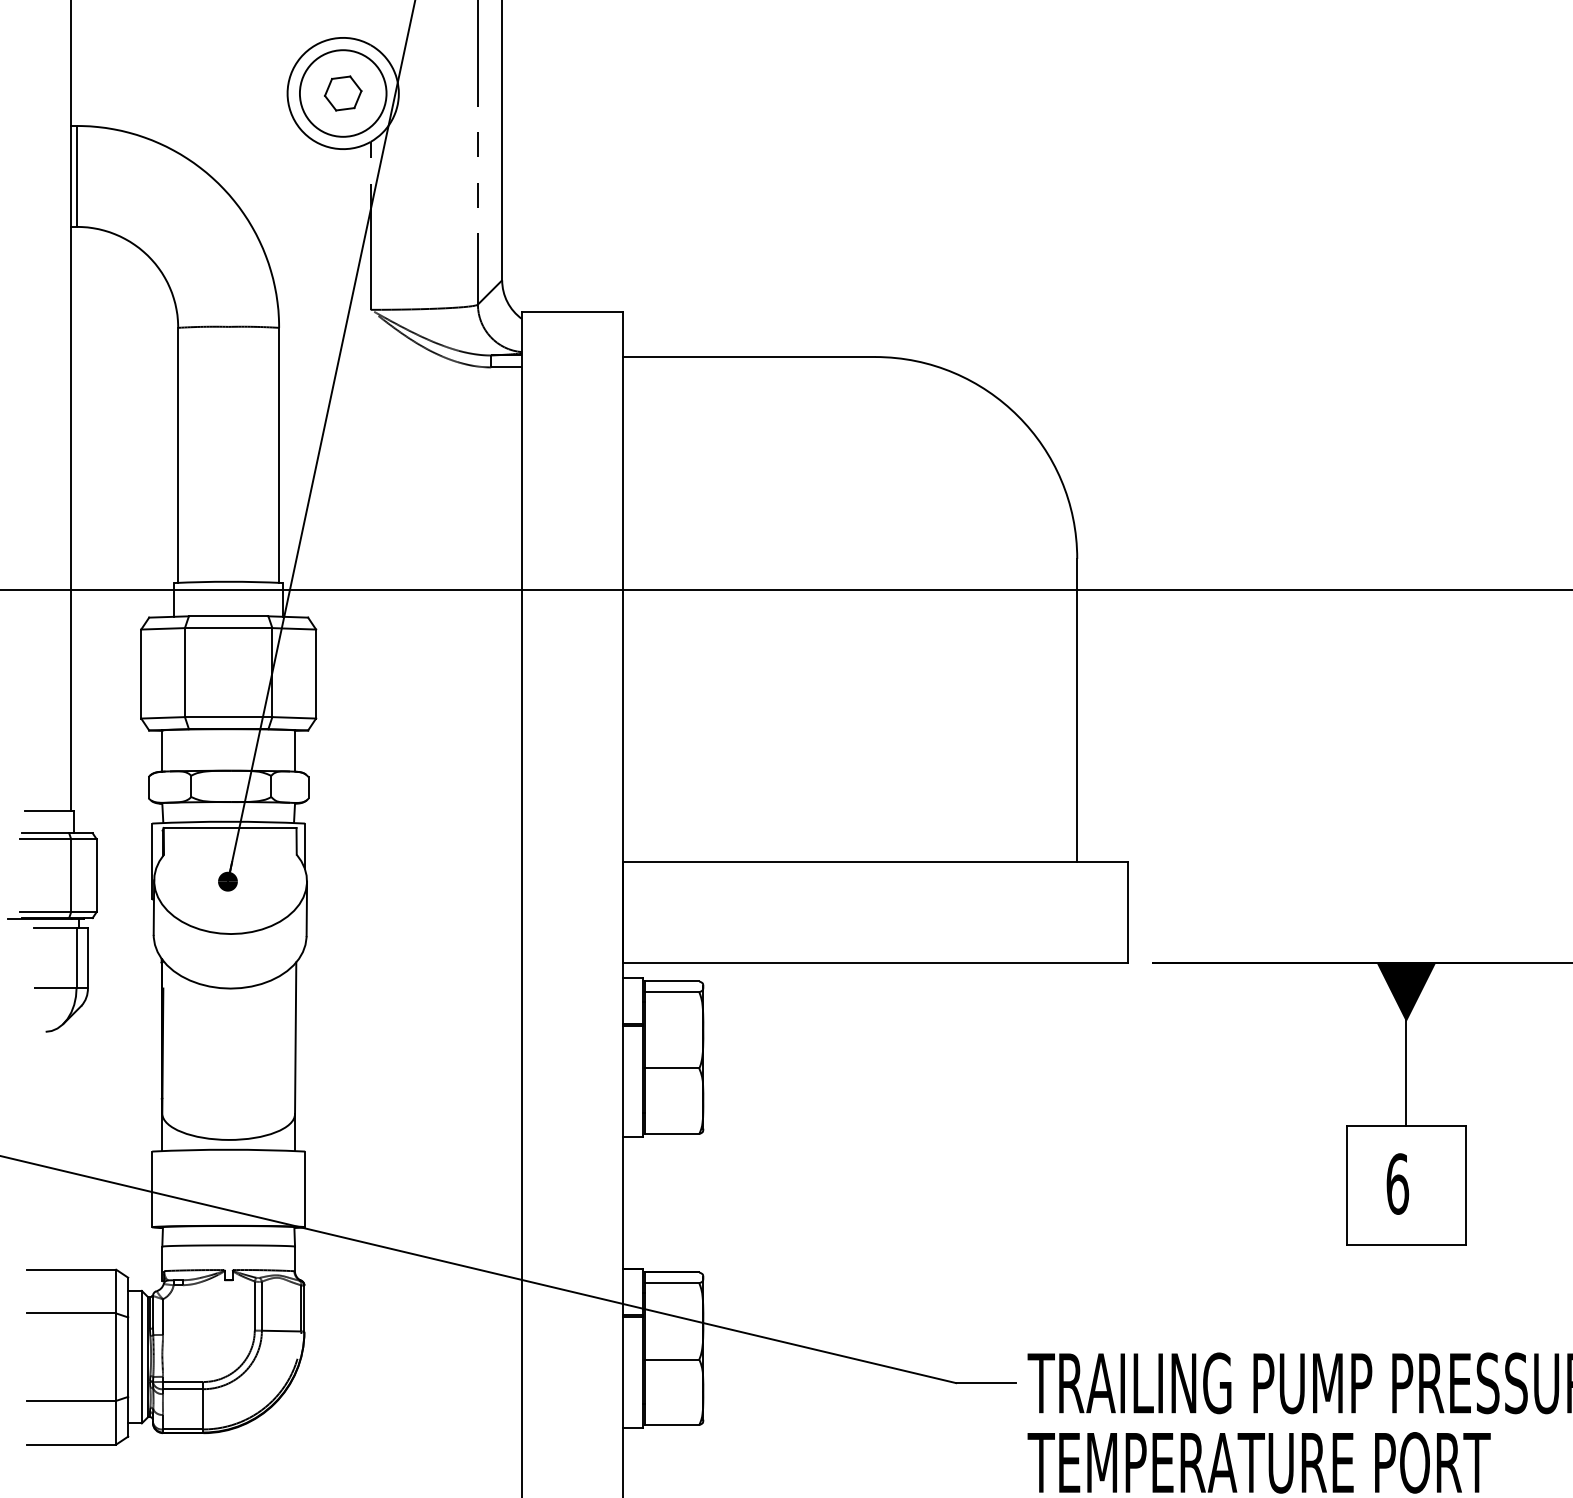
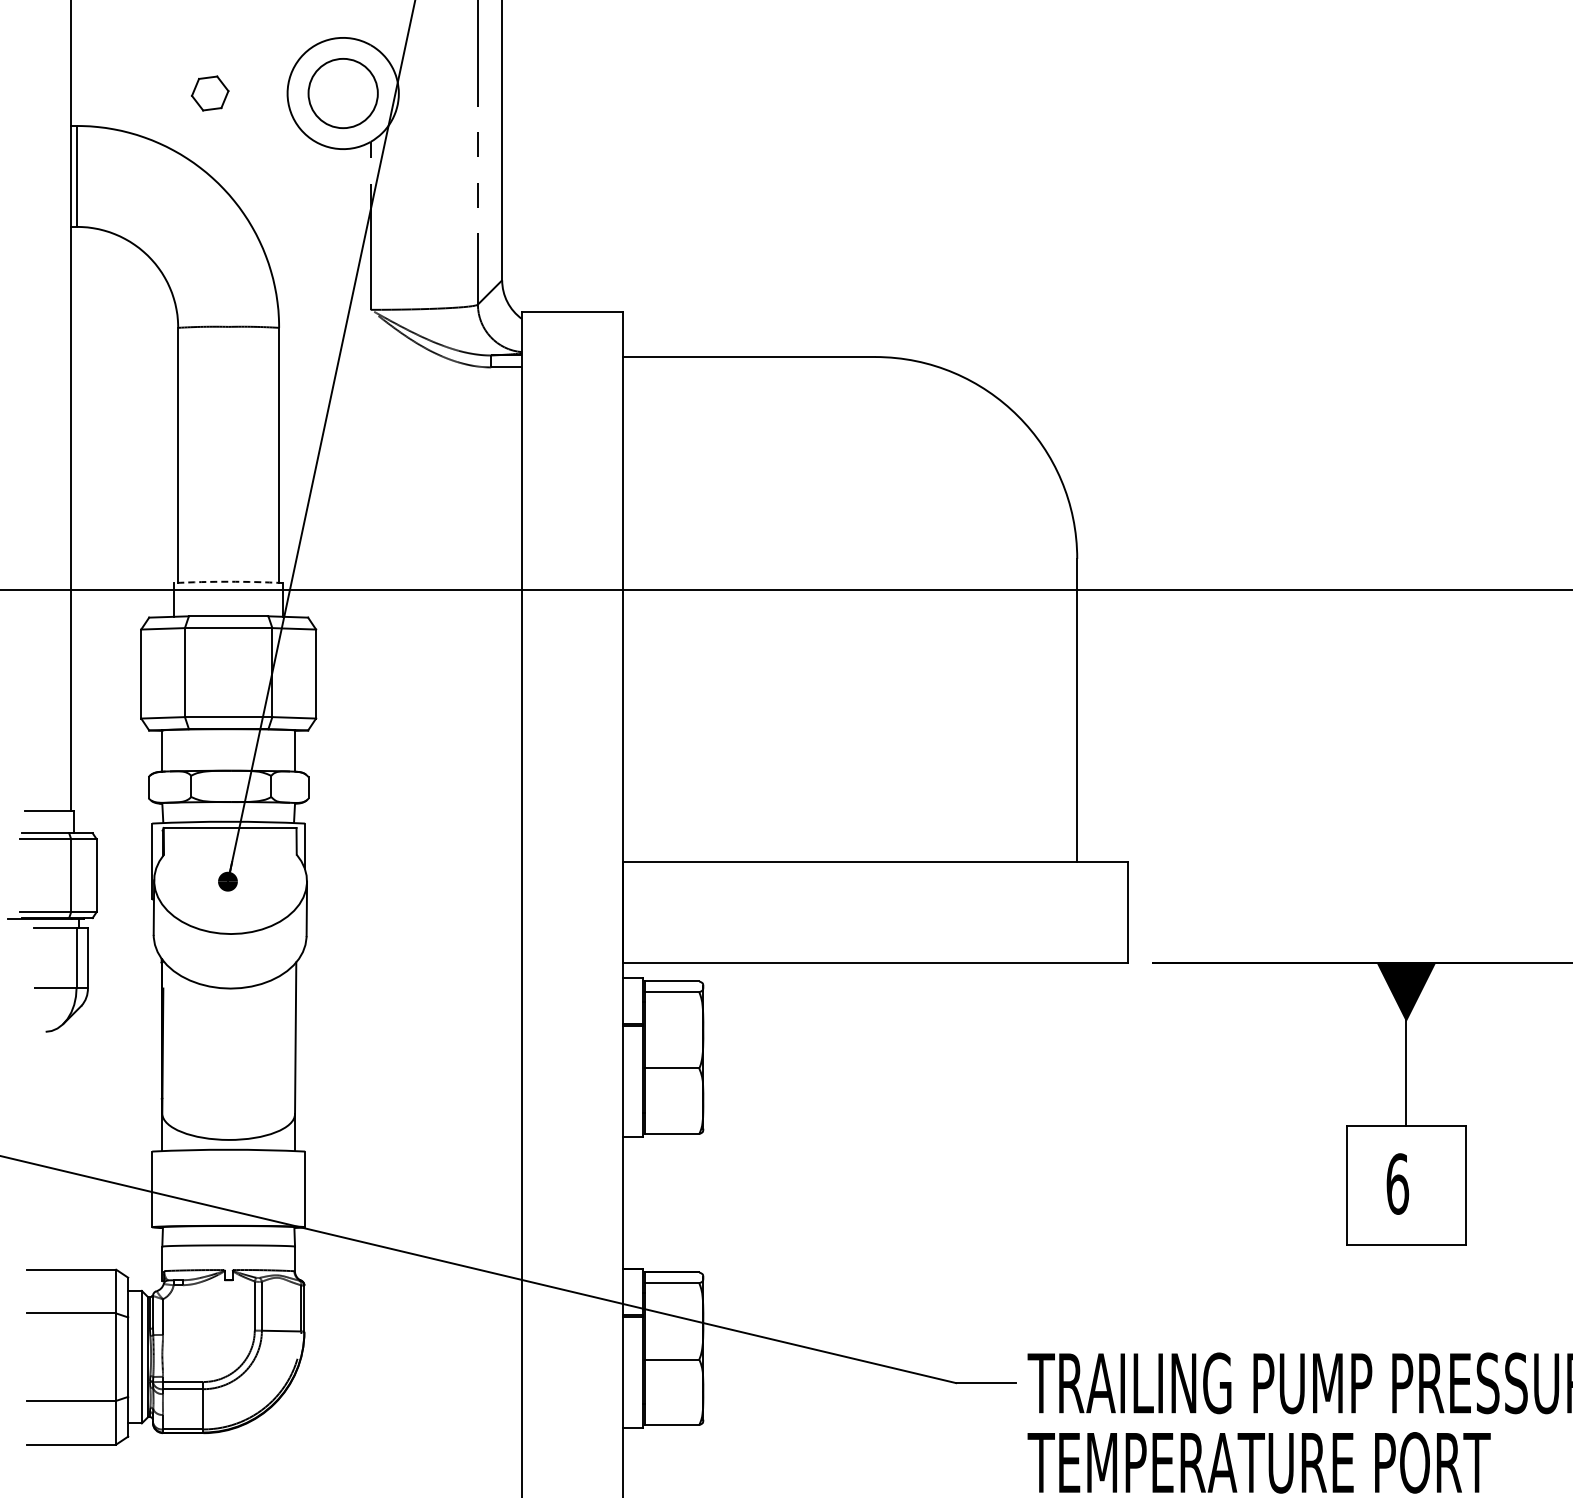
circle at (342, 93) diameter: 87 px -> 69 px
part at (343, 93) position: (343, 93) -> (210, 93)
arc at (228, 581): solid -> dashed
